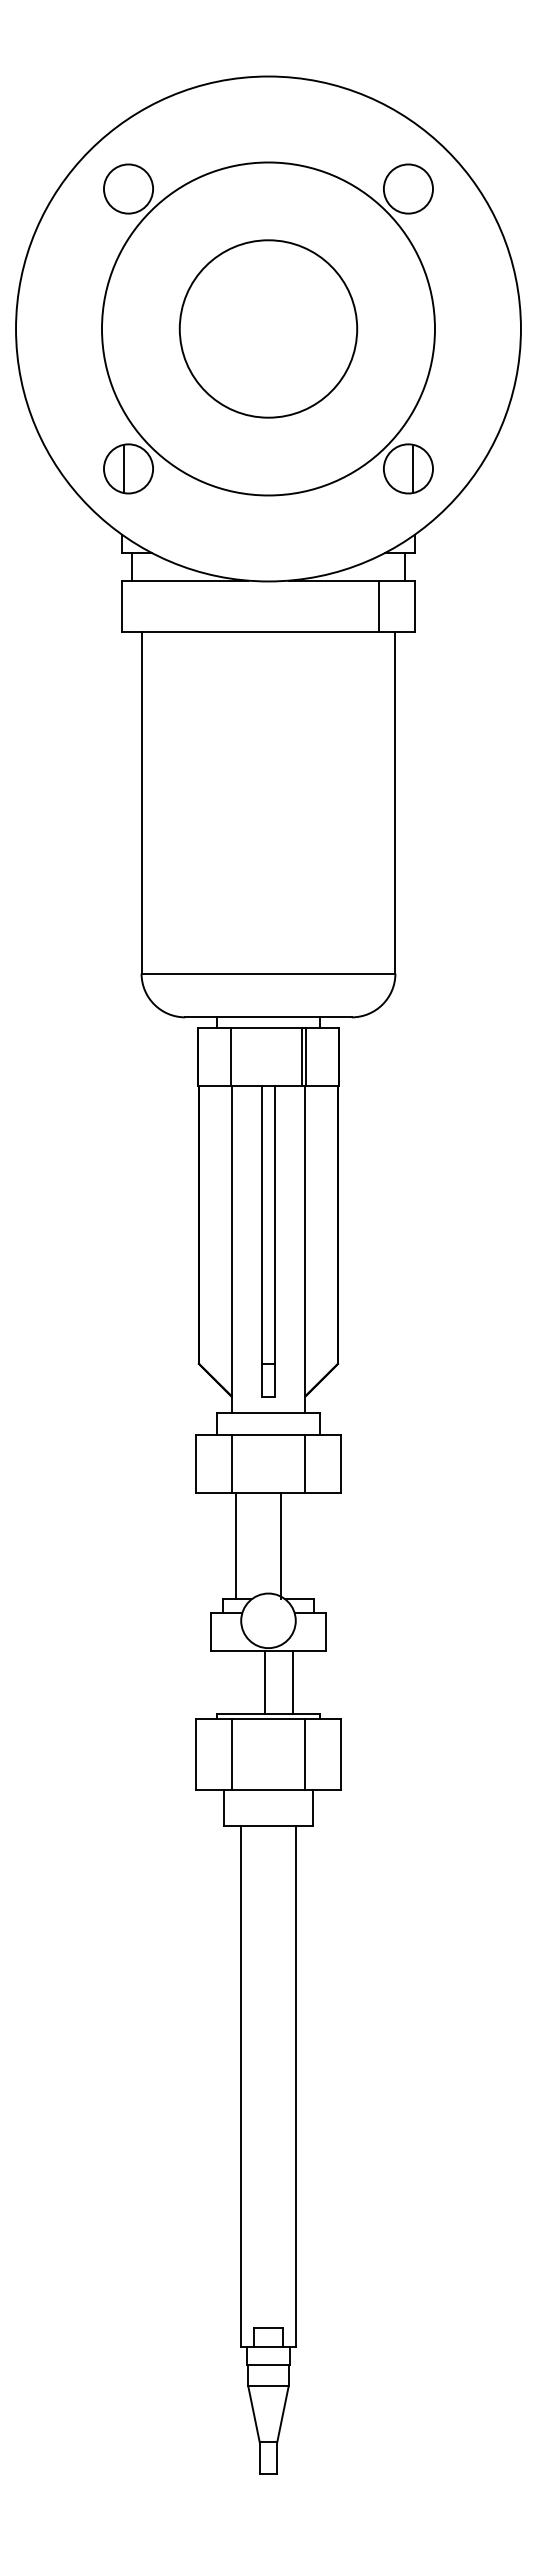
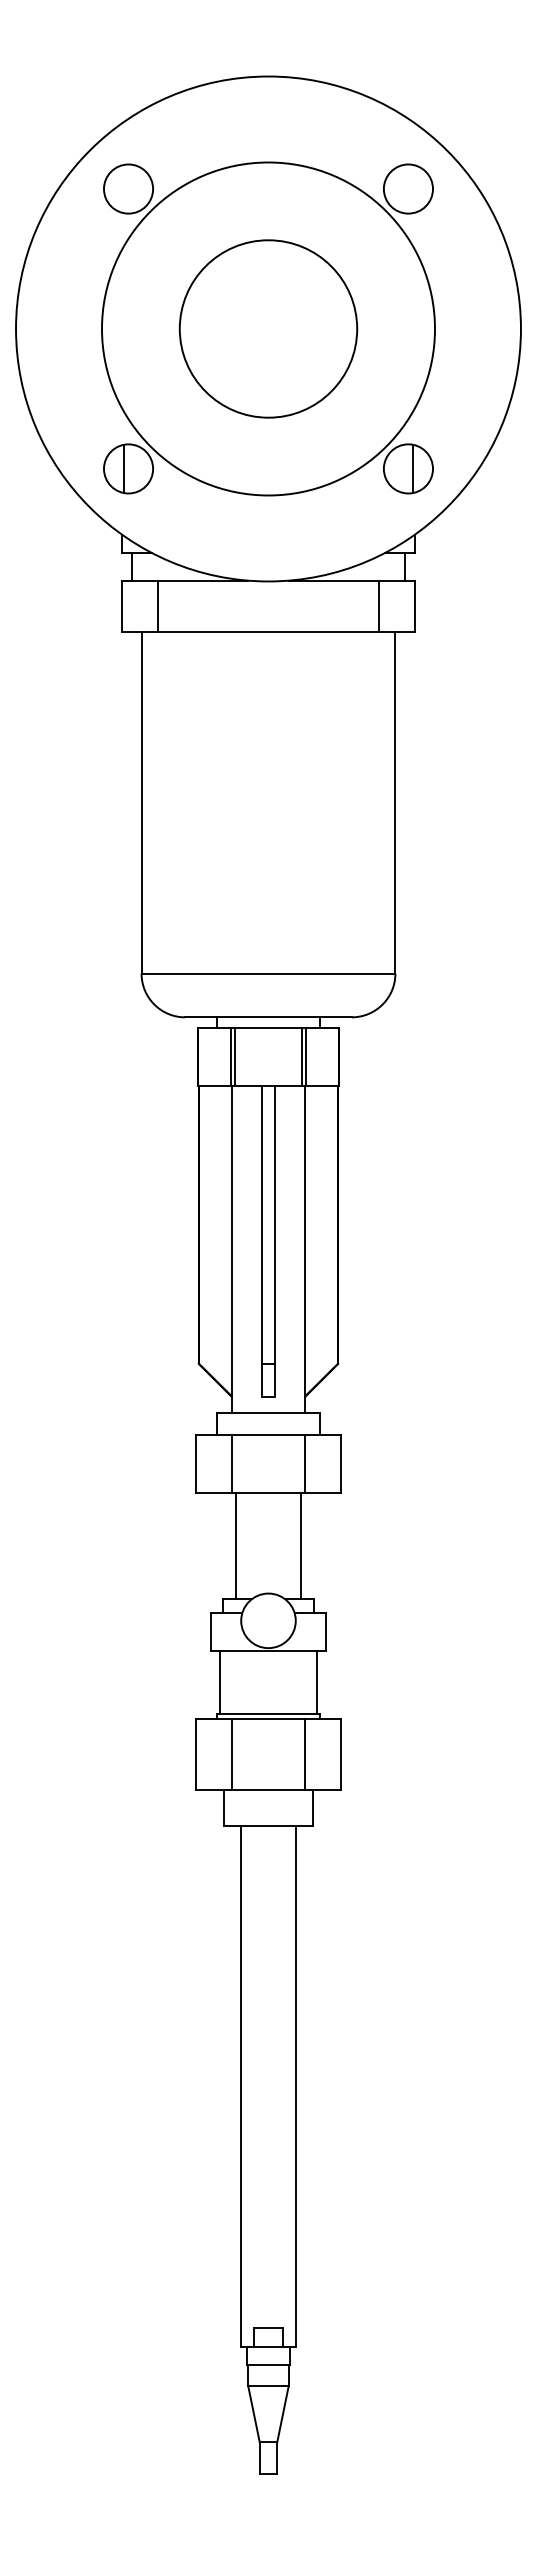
line at (157, 606): none -> present
line at (235, 1056): none -> present
line at (281, 1545) position: (281, 1545) -> (301, 1545)
line at (265, 1681) position: (265, 1681) -> (220, 1681)
line at (292, 1681) position: (292, 1681) -> (316, 1681)
